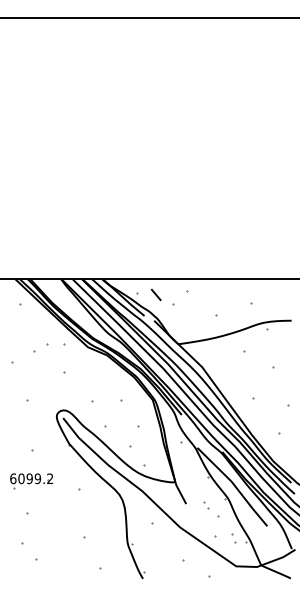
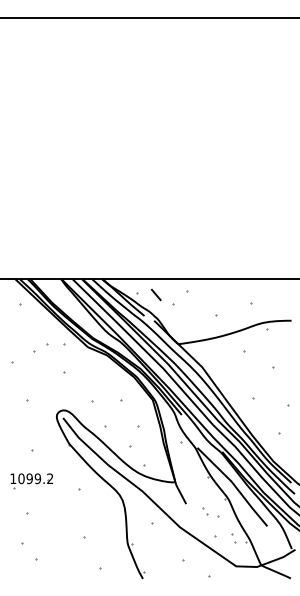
text at (13, 478): 6099.2 -> 1099.2
part at (206, 505) position: (206, 505) -> (205, 511)
